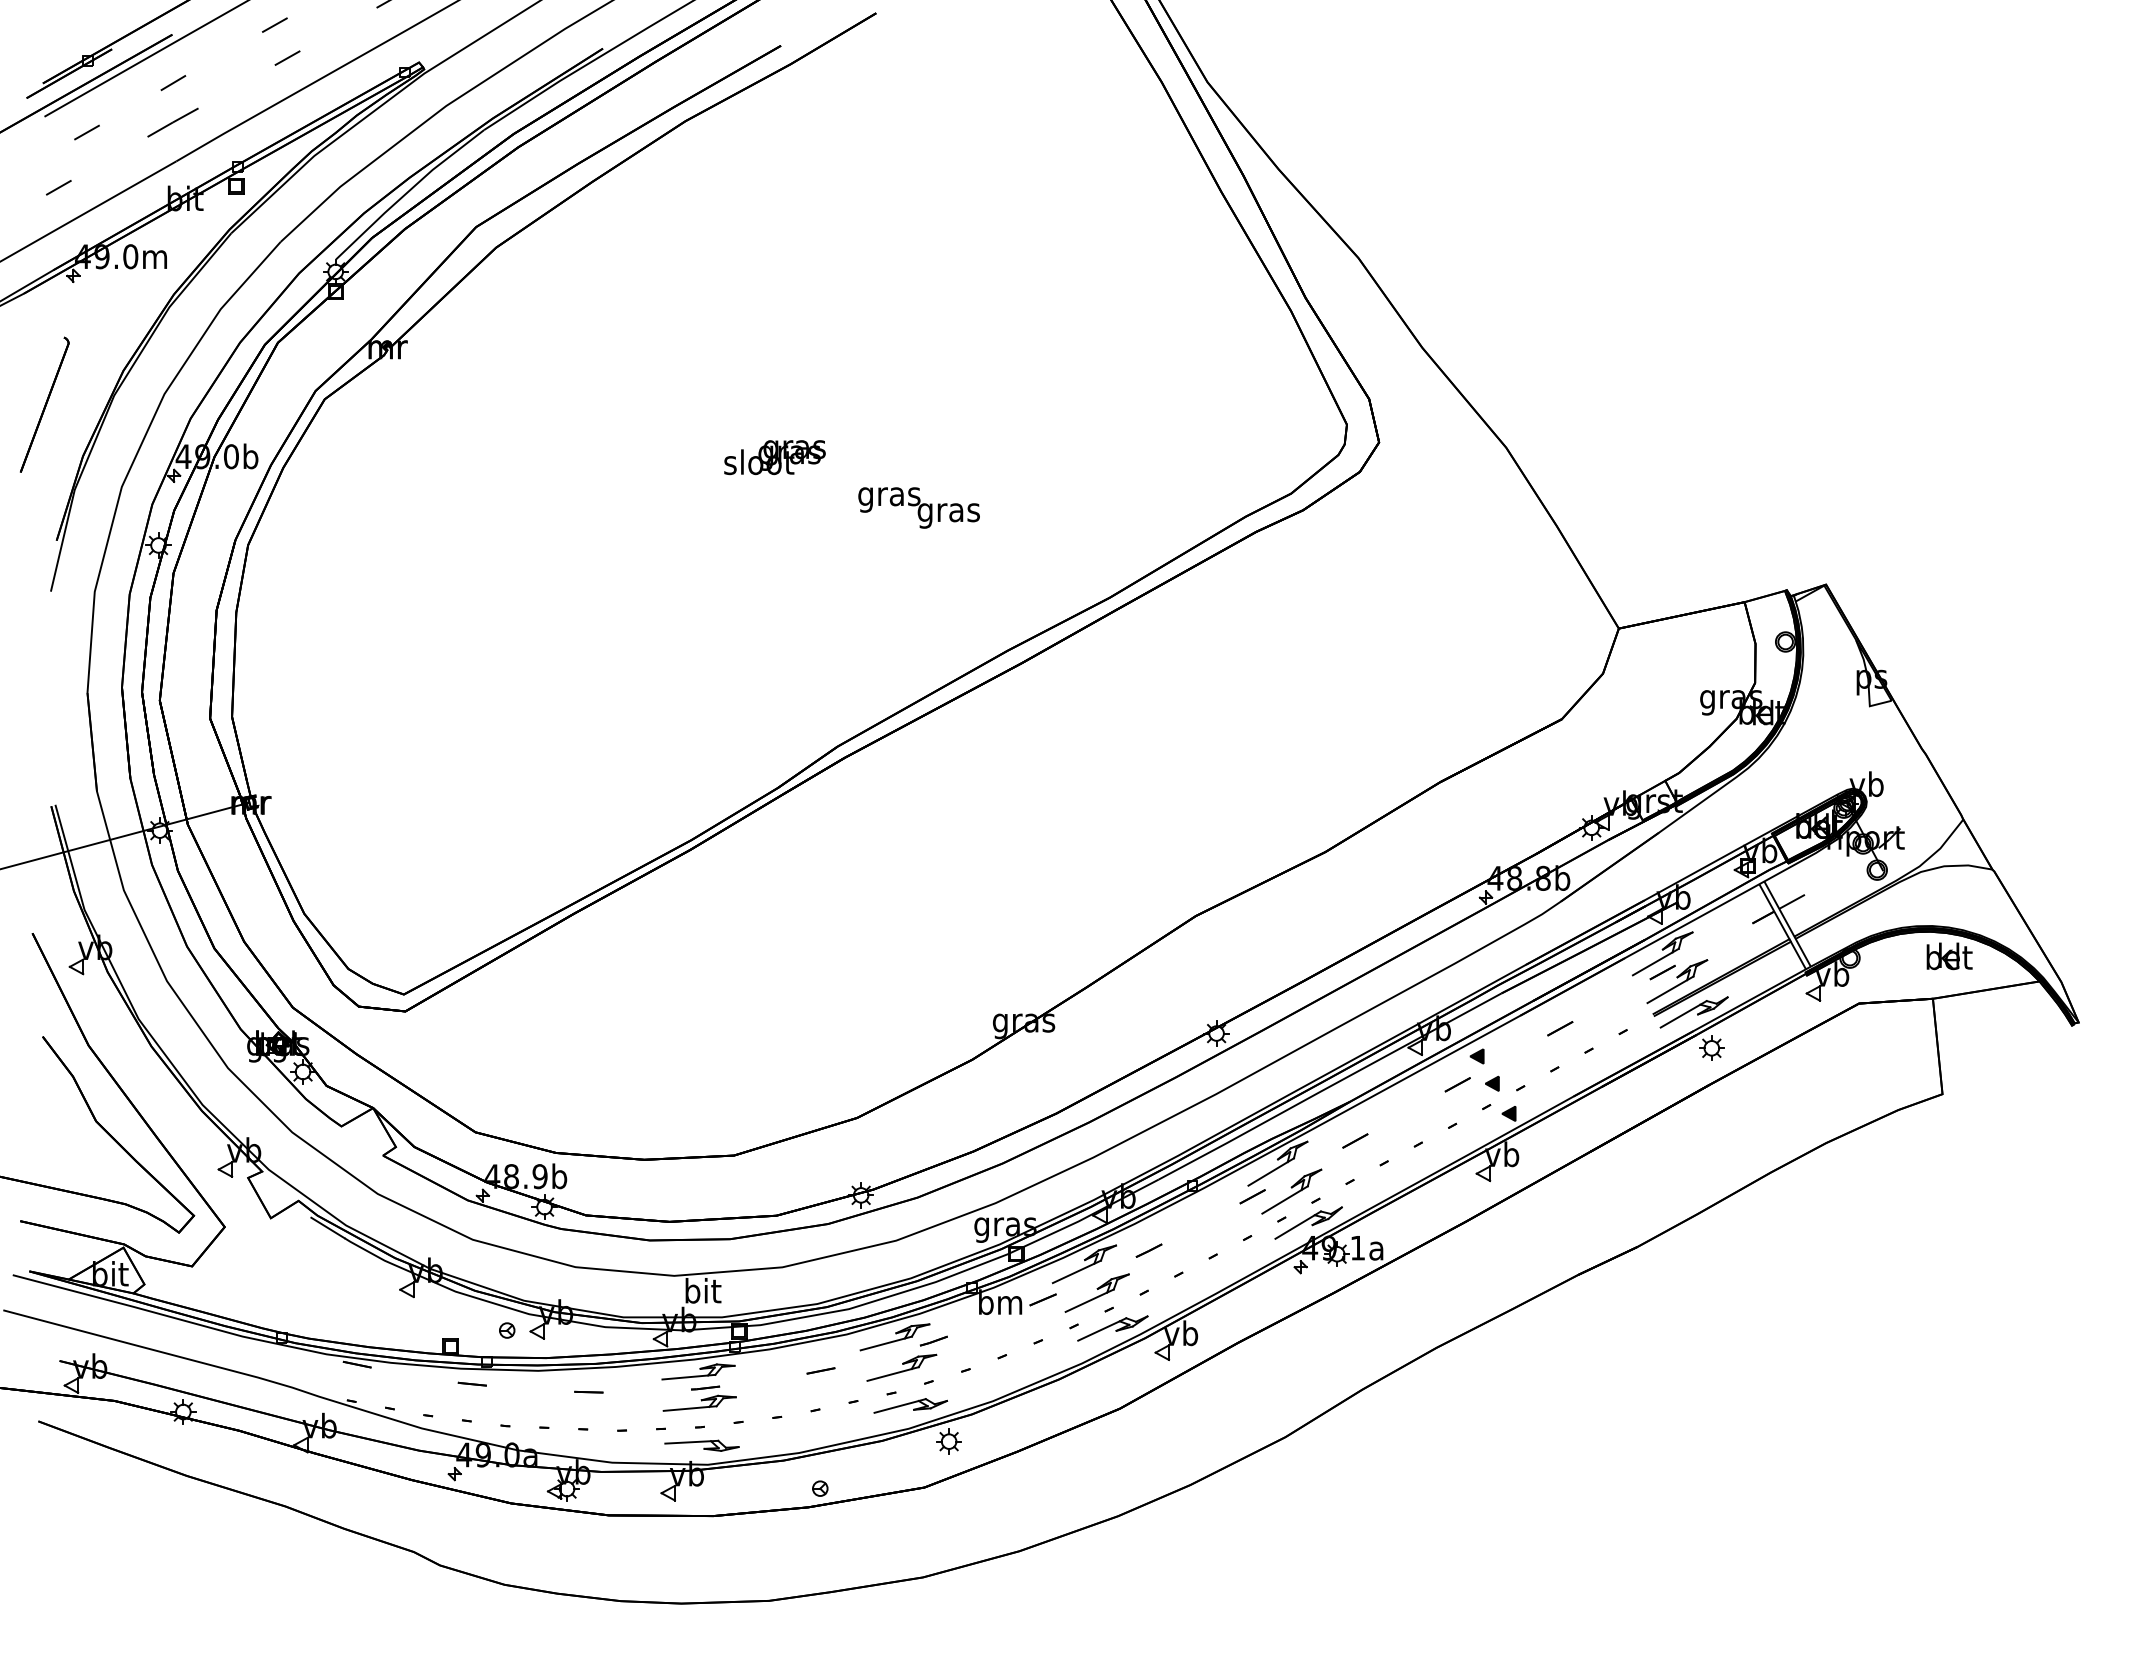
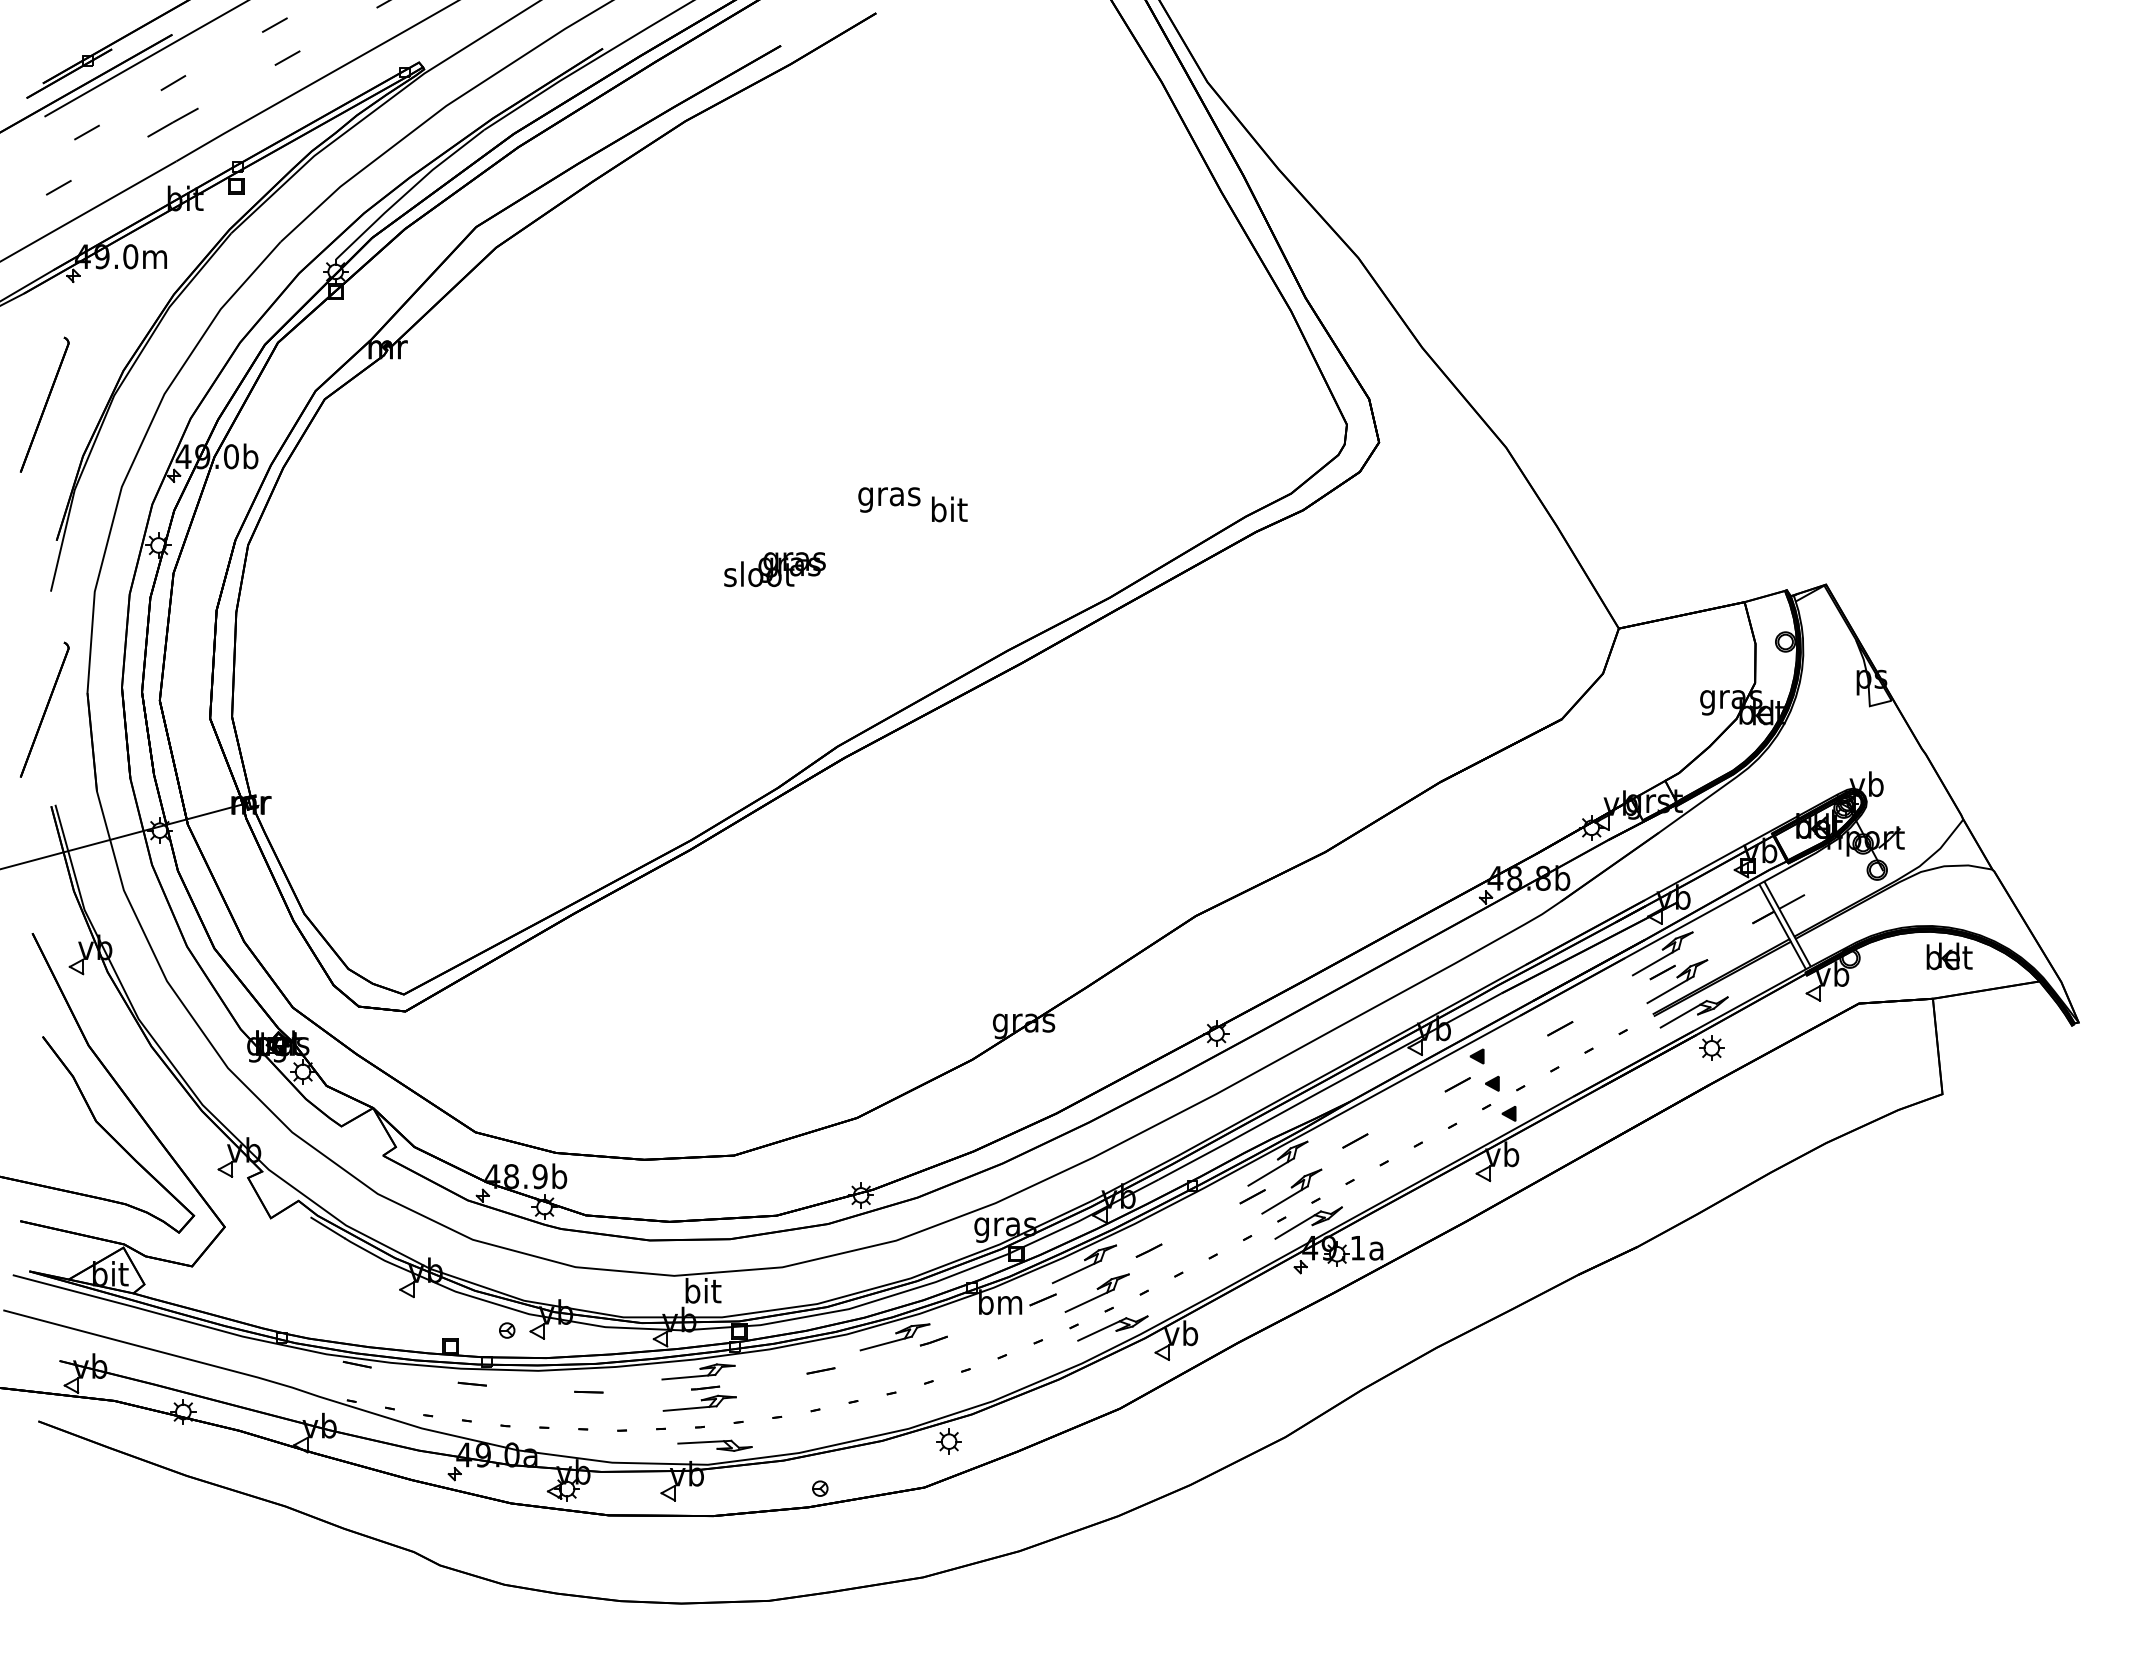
text at (774, 457) position: (774, 457) -> (774, 569)
text at (948, 512): gras -> bit
part at (44, 709): none -> present
part at (901, 1367): present -> none
part at (910, 1405): present -> none
part at (701, 1445) position: (701, 1445) -> (714, 1445)
